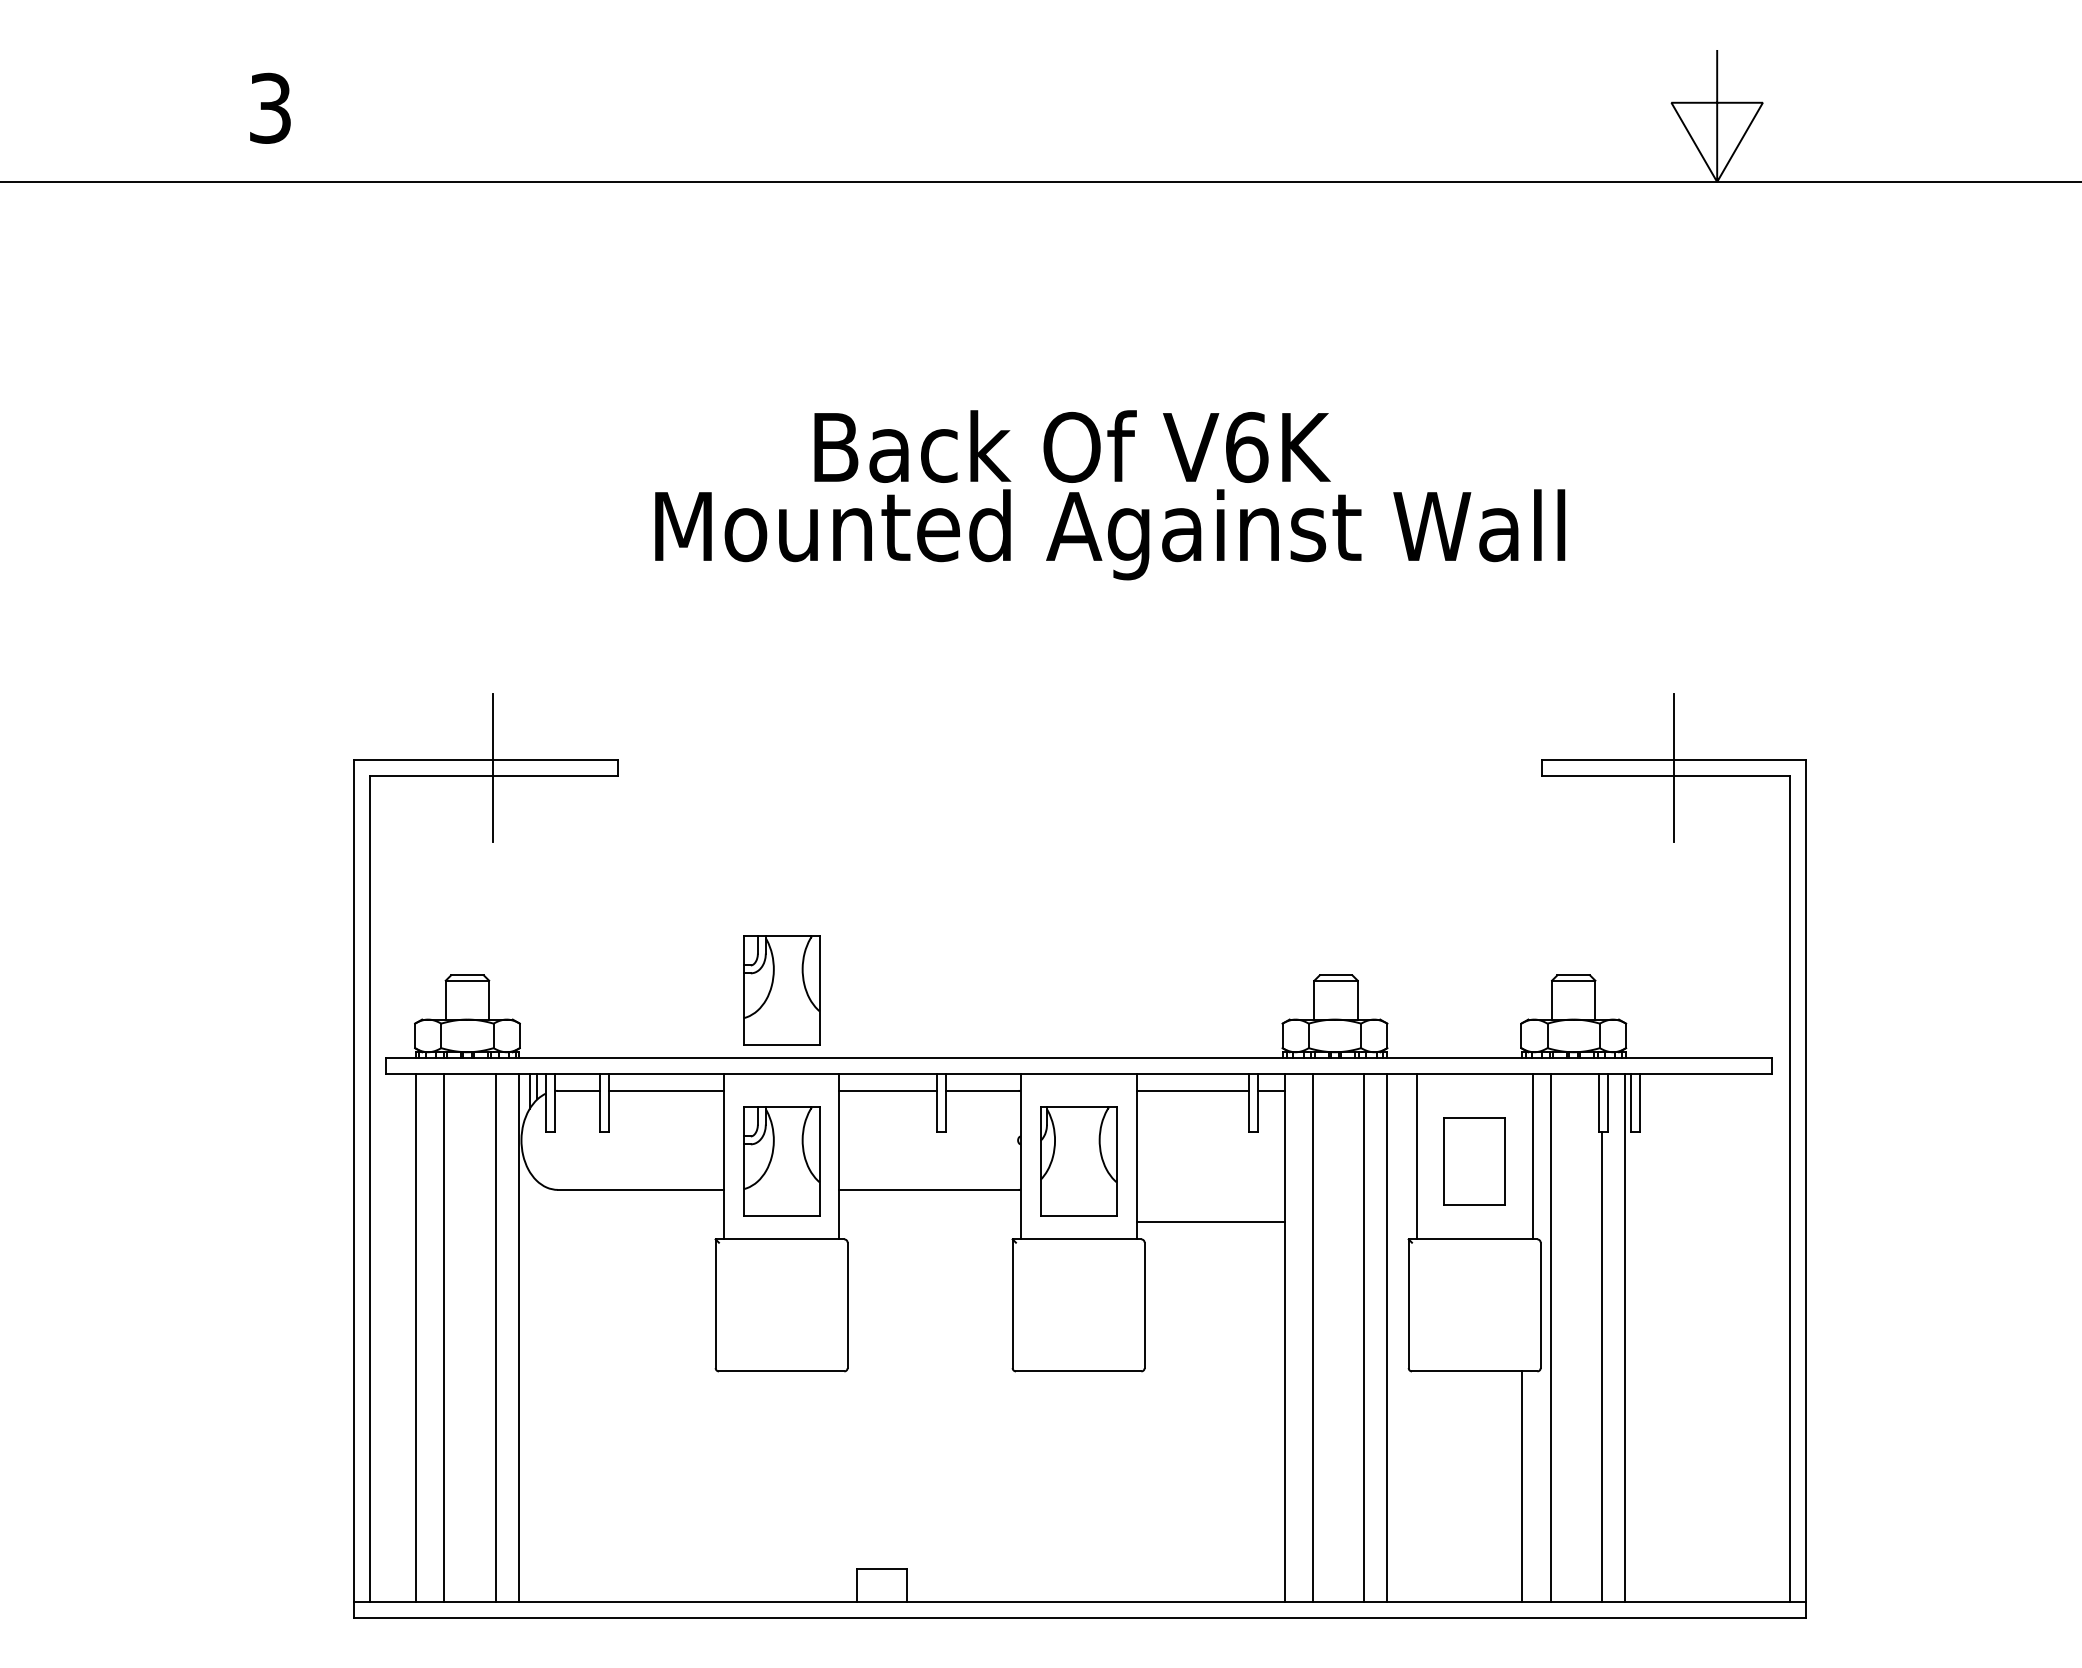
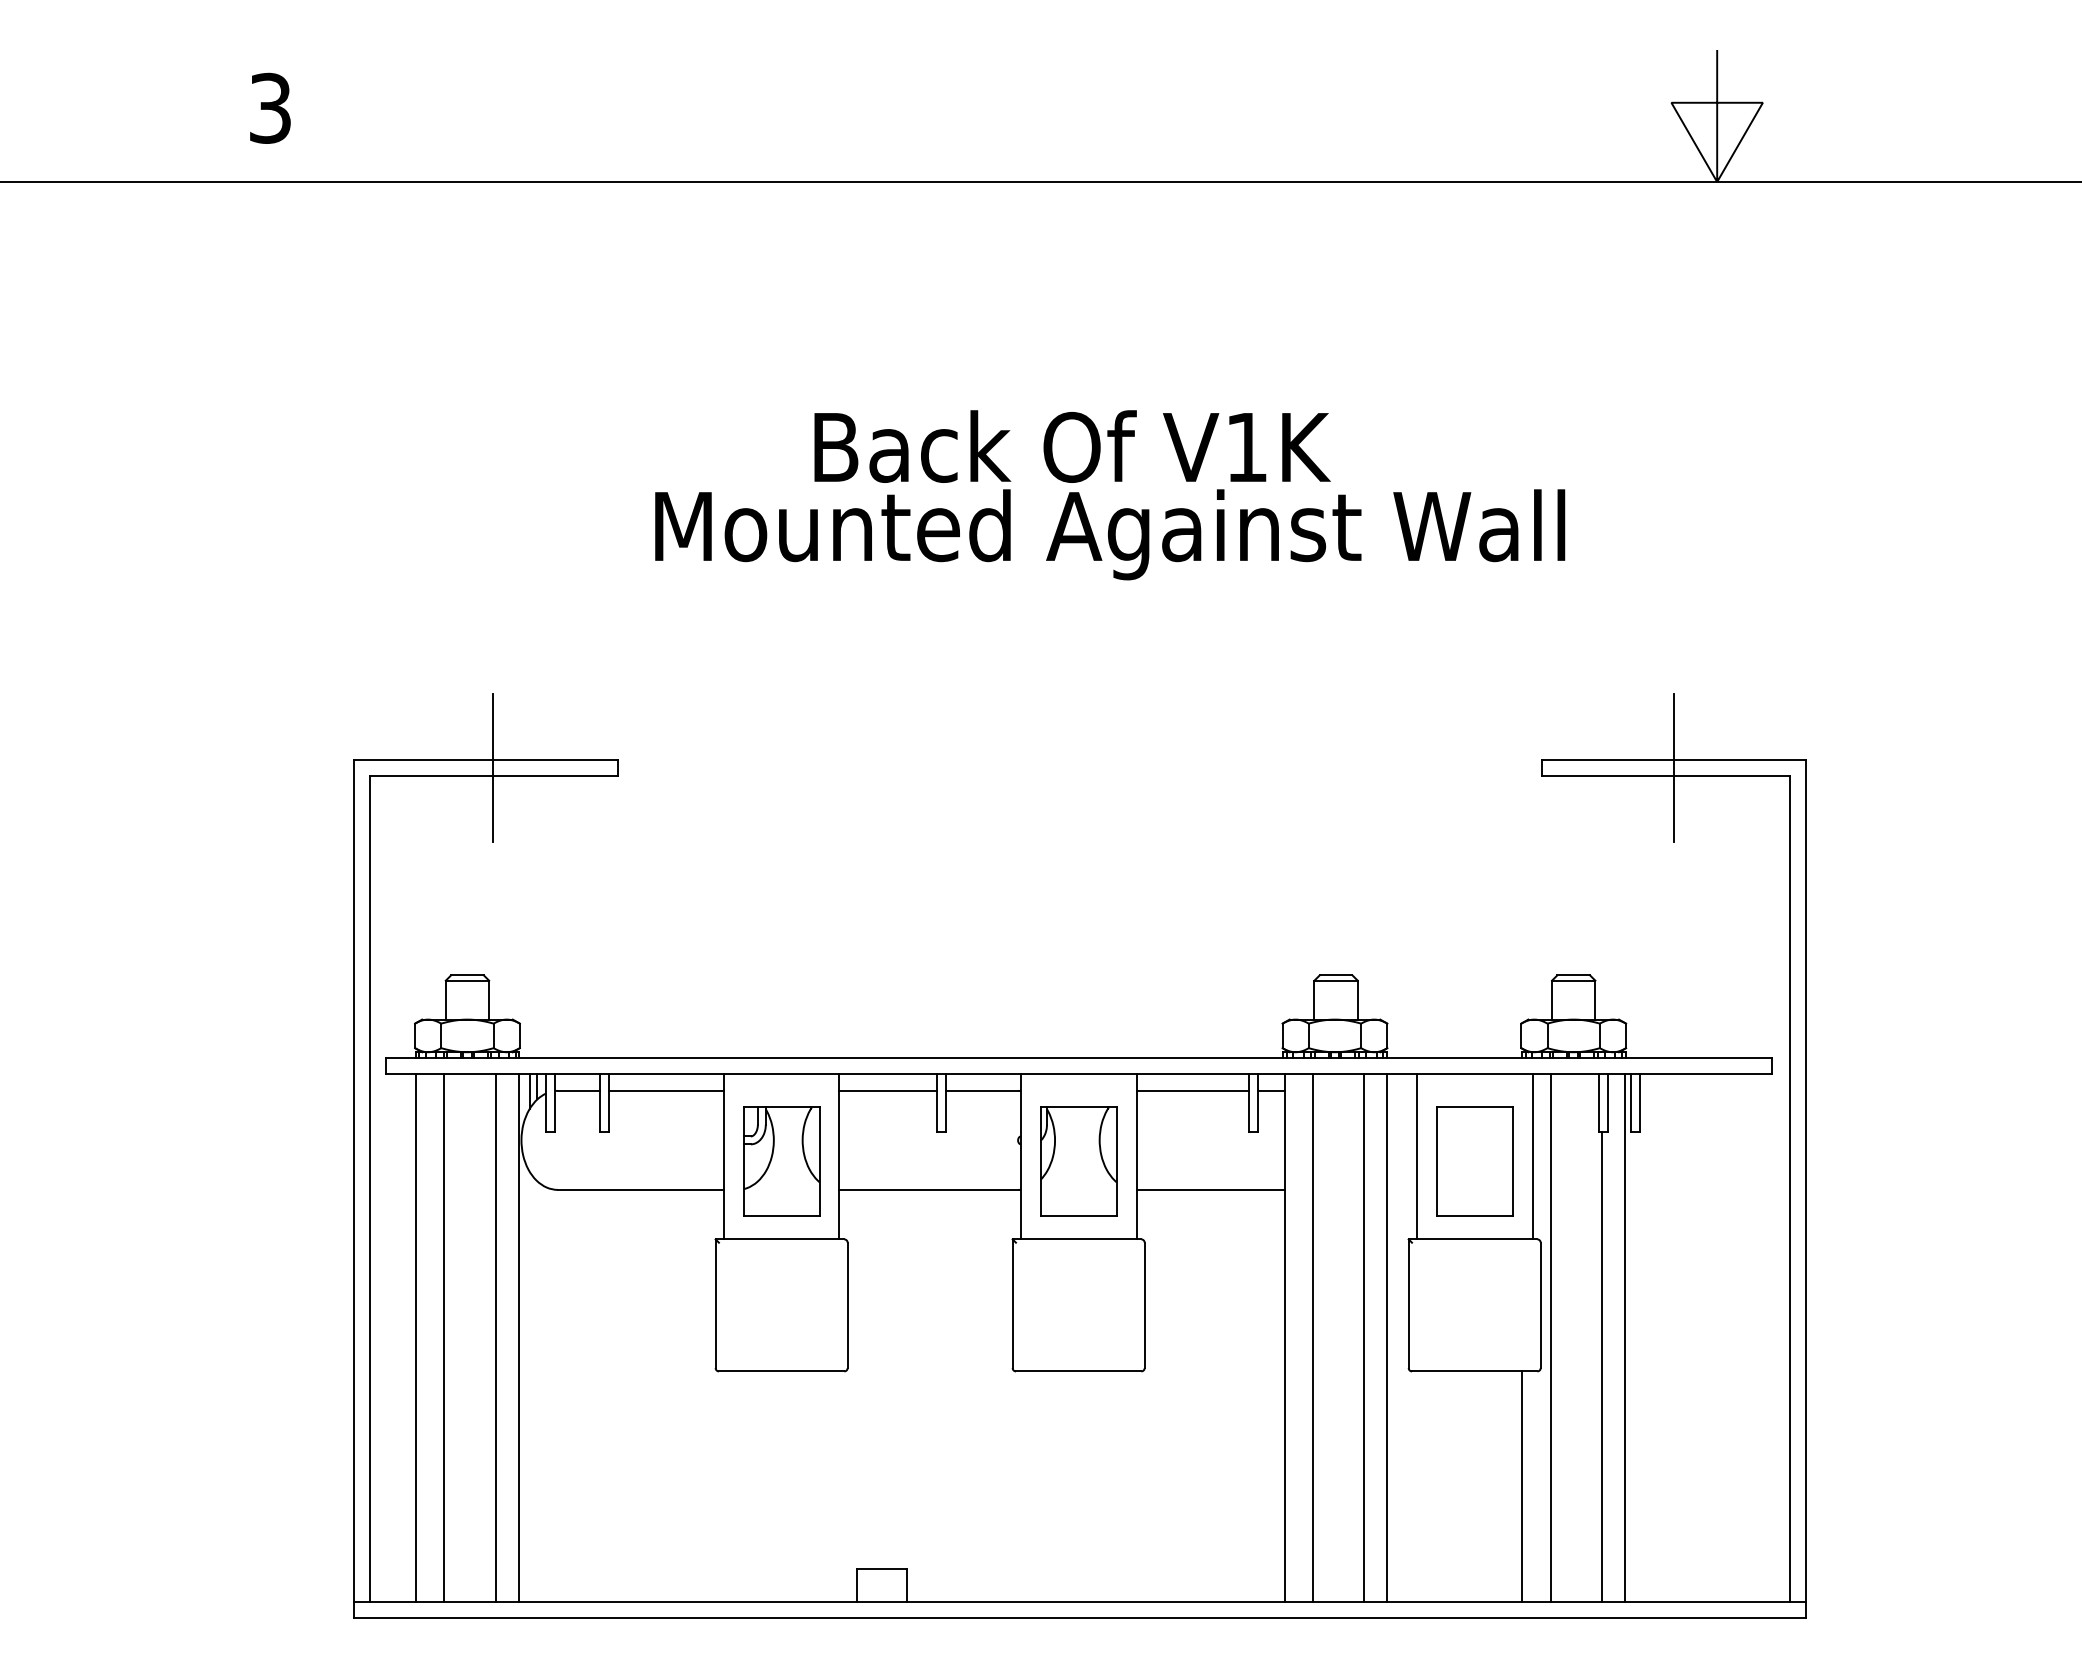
text at (1247, 446): V6K -> V1K
part at (781, 990): present -> none
part at (1474, 1161) size: 63x89 px -> 78x111 px
line at (1210, 1221) position: (1210, 1221) -> (1210, 1189)
